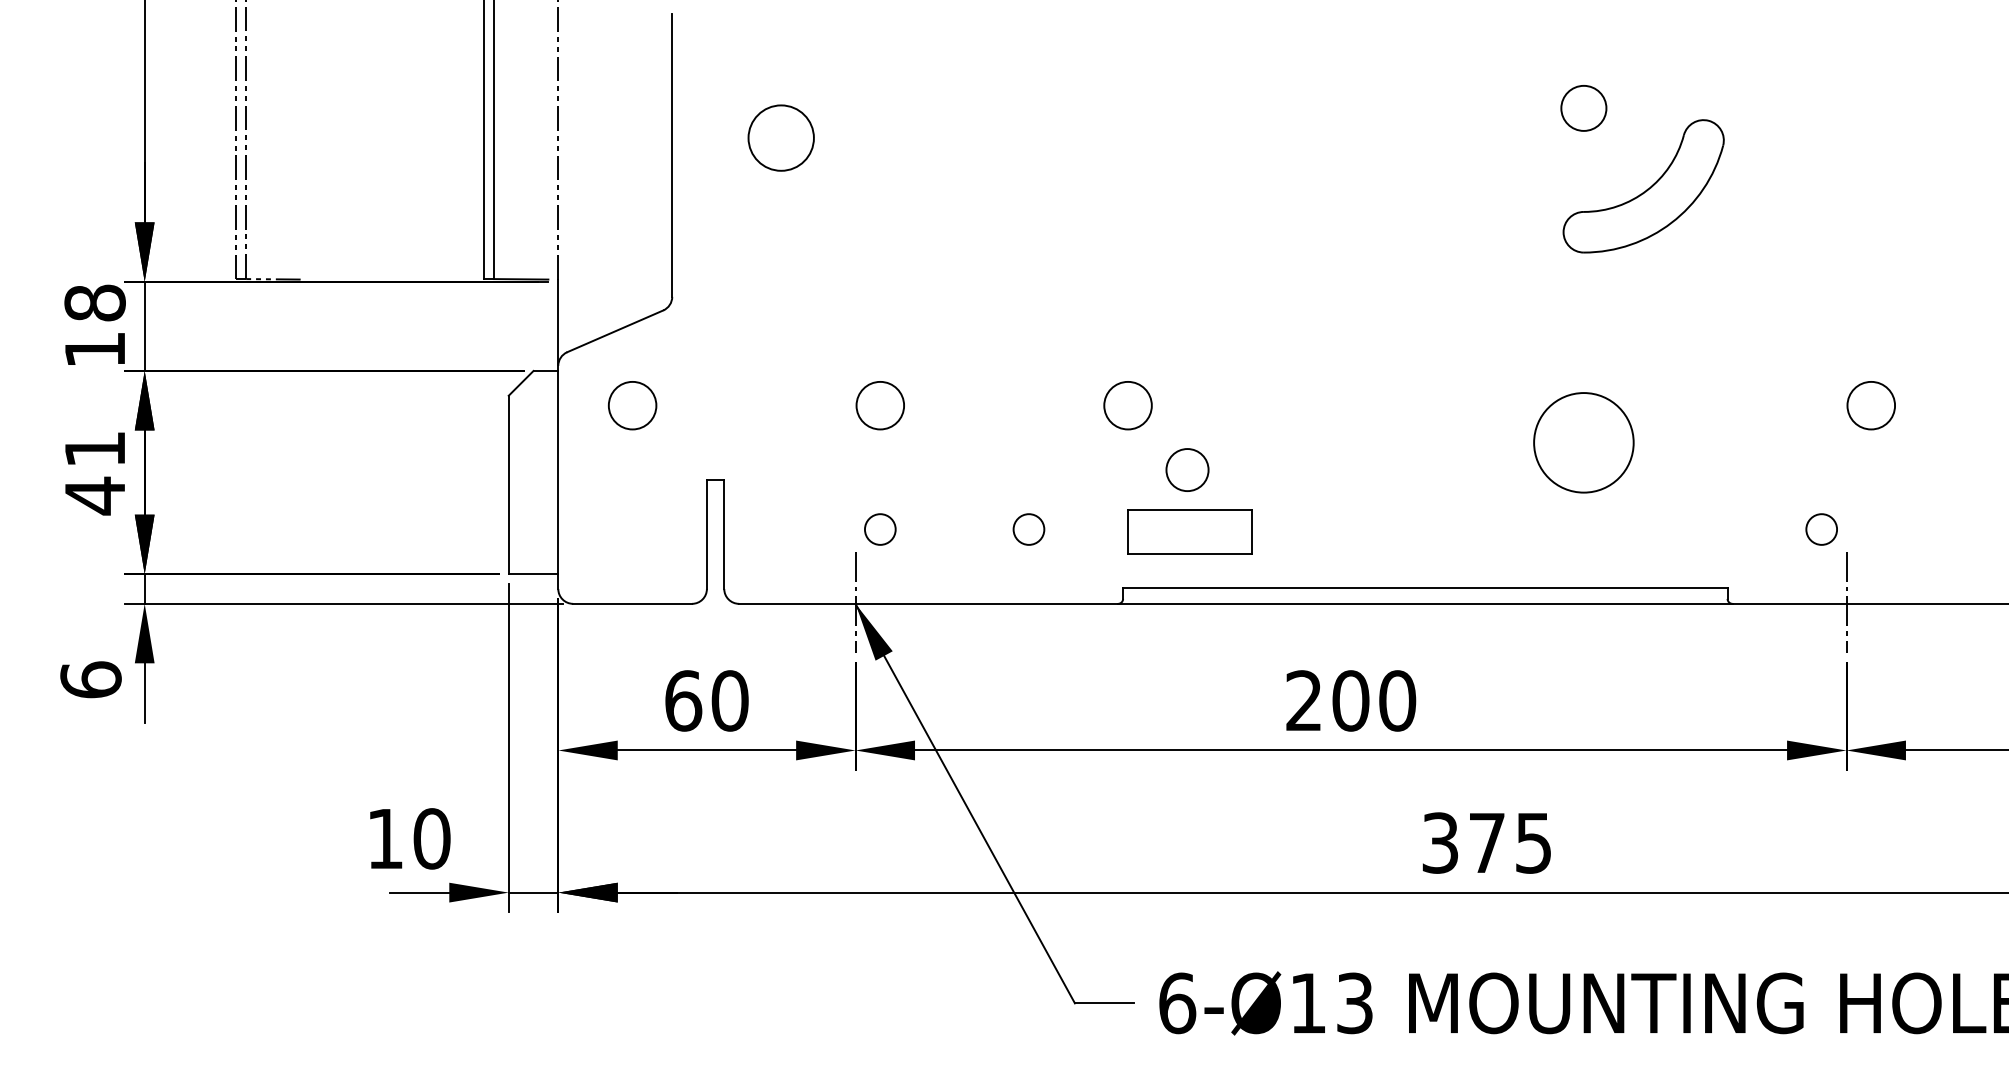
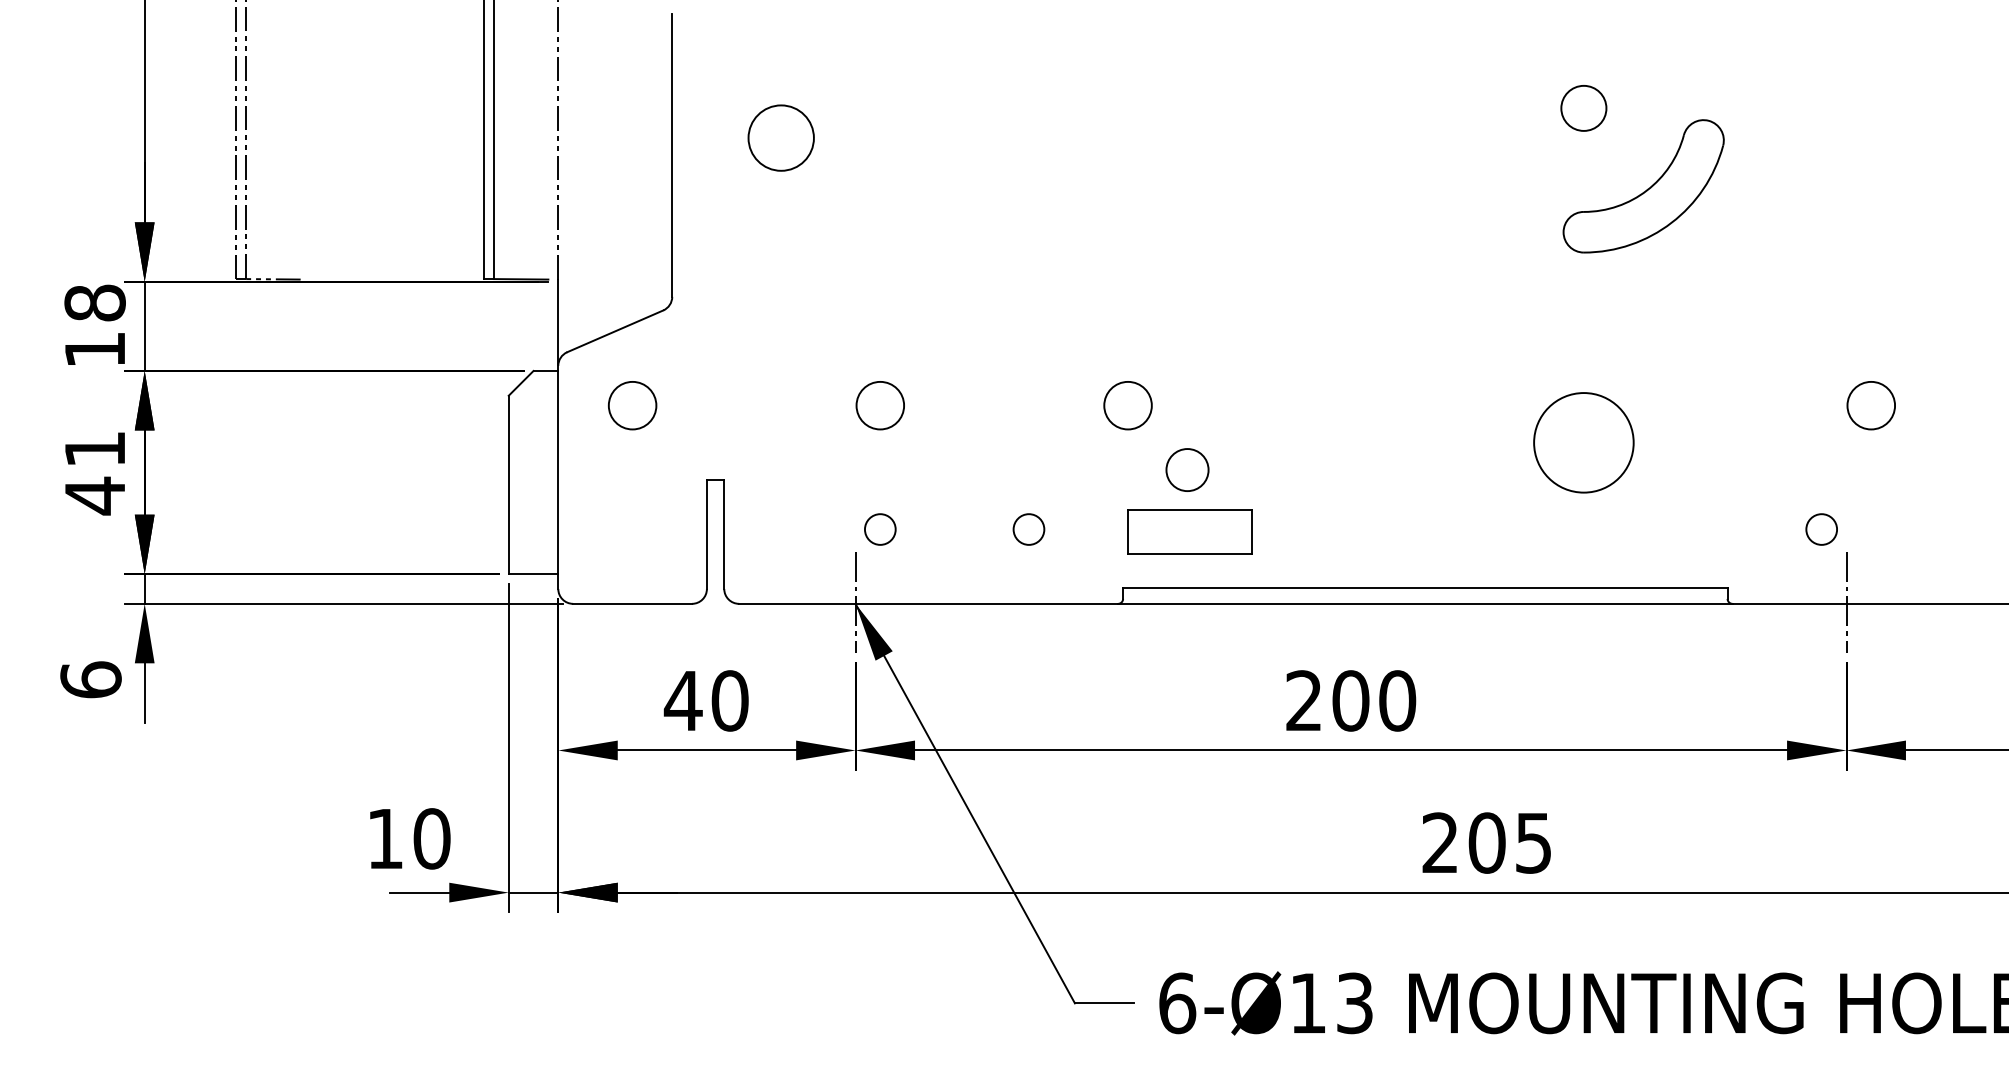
text at (682, 700): 60 -> 40
text at (1463, 842): 375 -> 205
